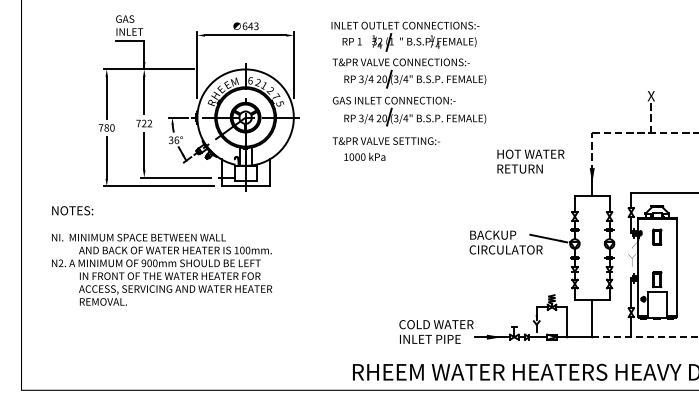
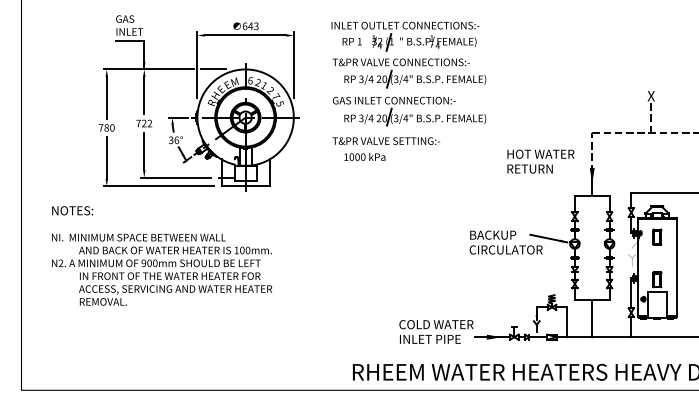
line at (213, 69): none -> present
text at (530, 161) position: (530, 161) -> (540, 161)
line at (645, 337): dashed -> solid
